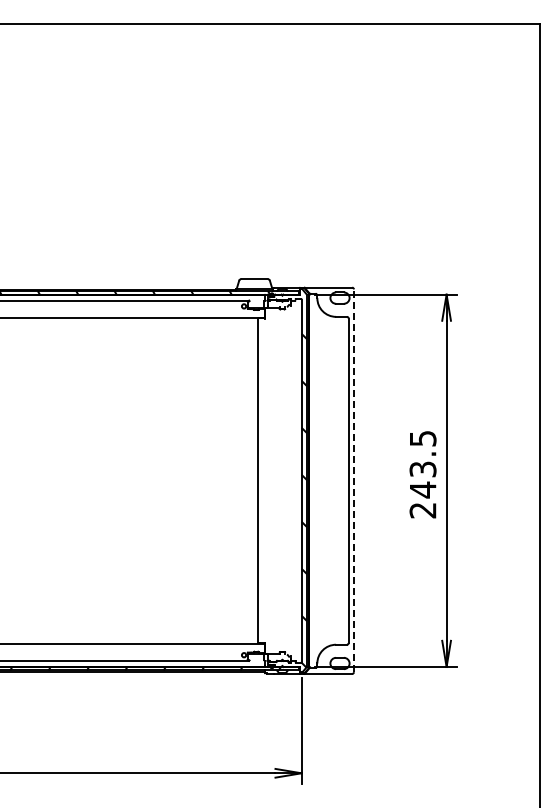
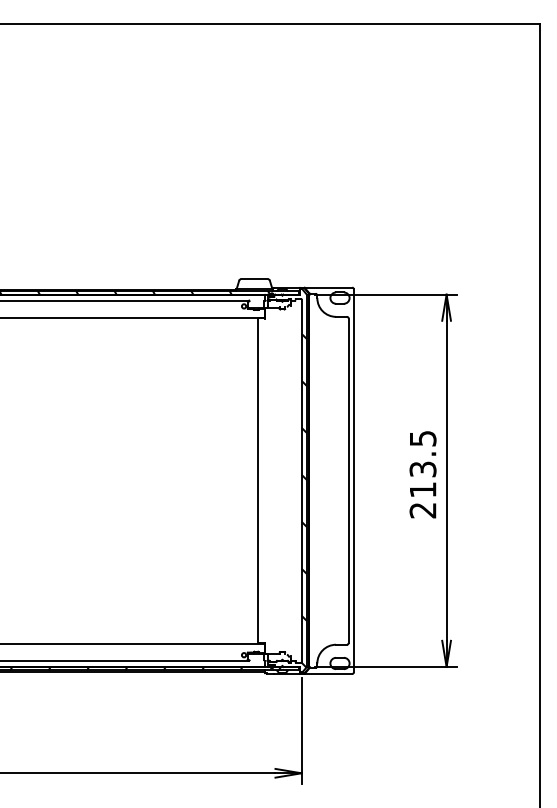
line at (353, 480): dashed -> solid
text at (423, 489): 243.5 -> 213.5
